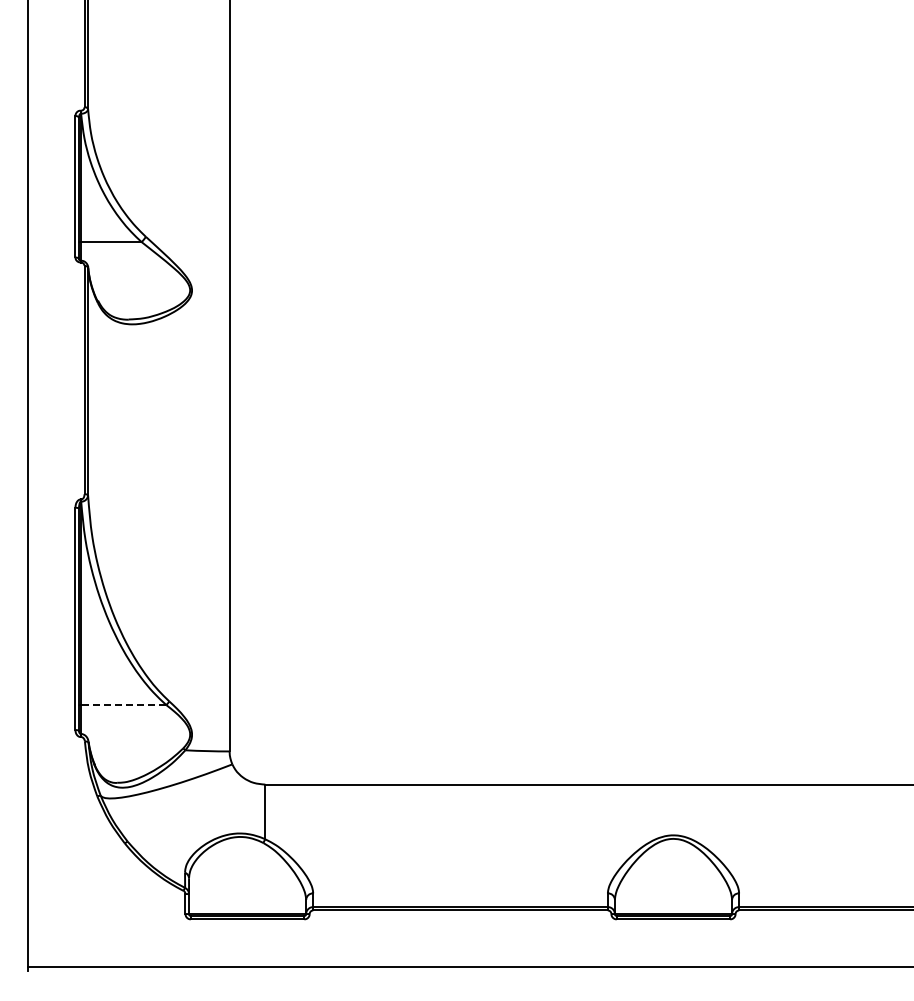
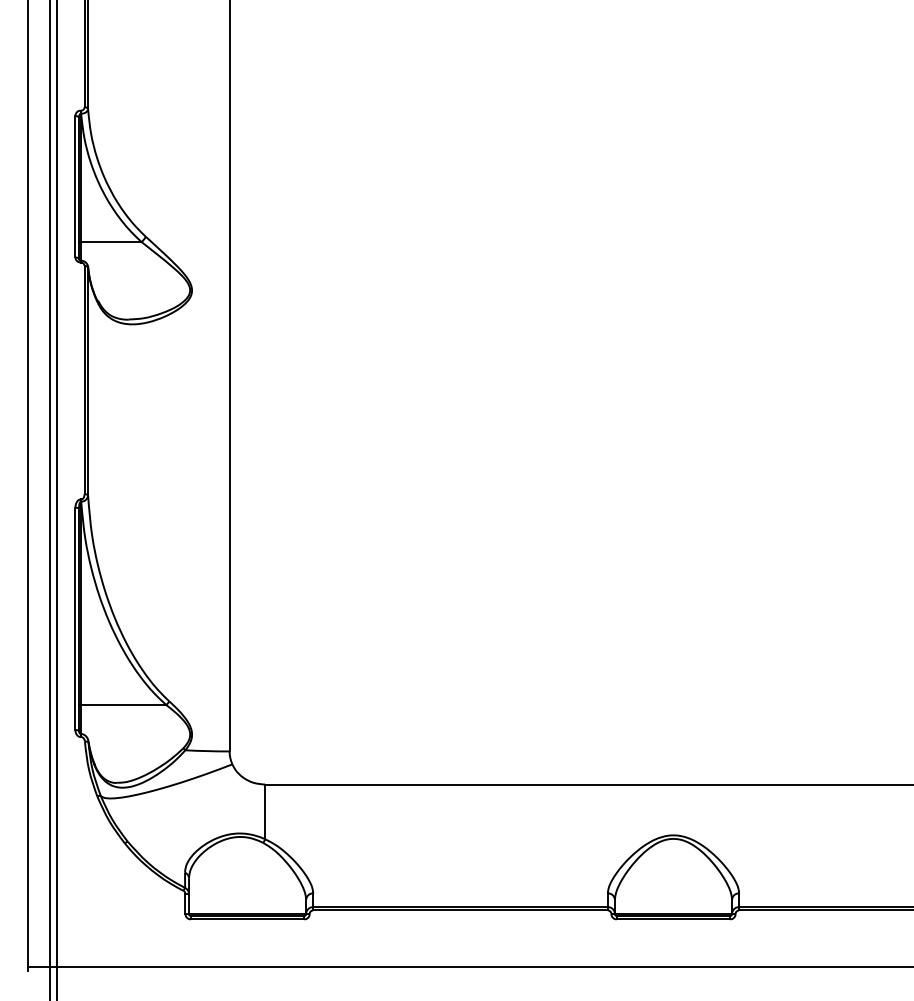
line at (50, 499): none -> present
line at (56, 499): none -> present
line at (123, 705): dashed -> solid
